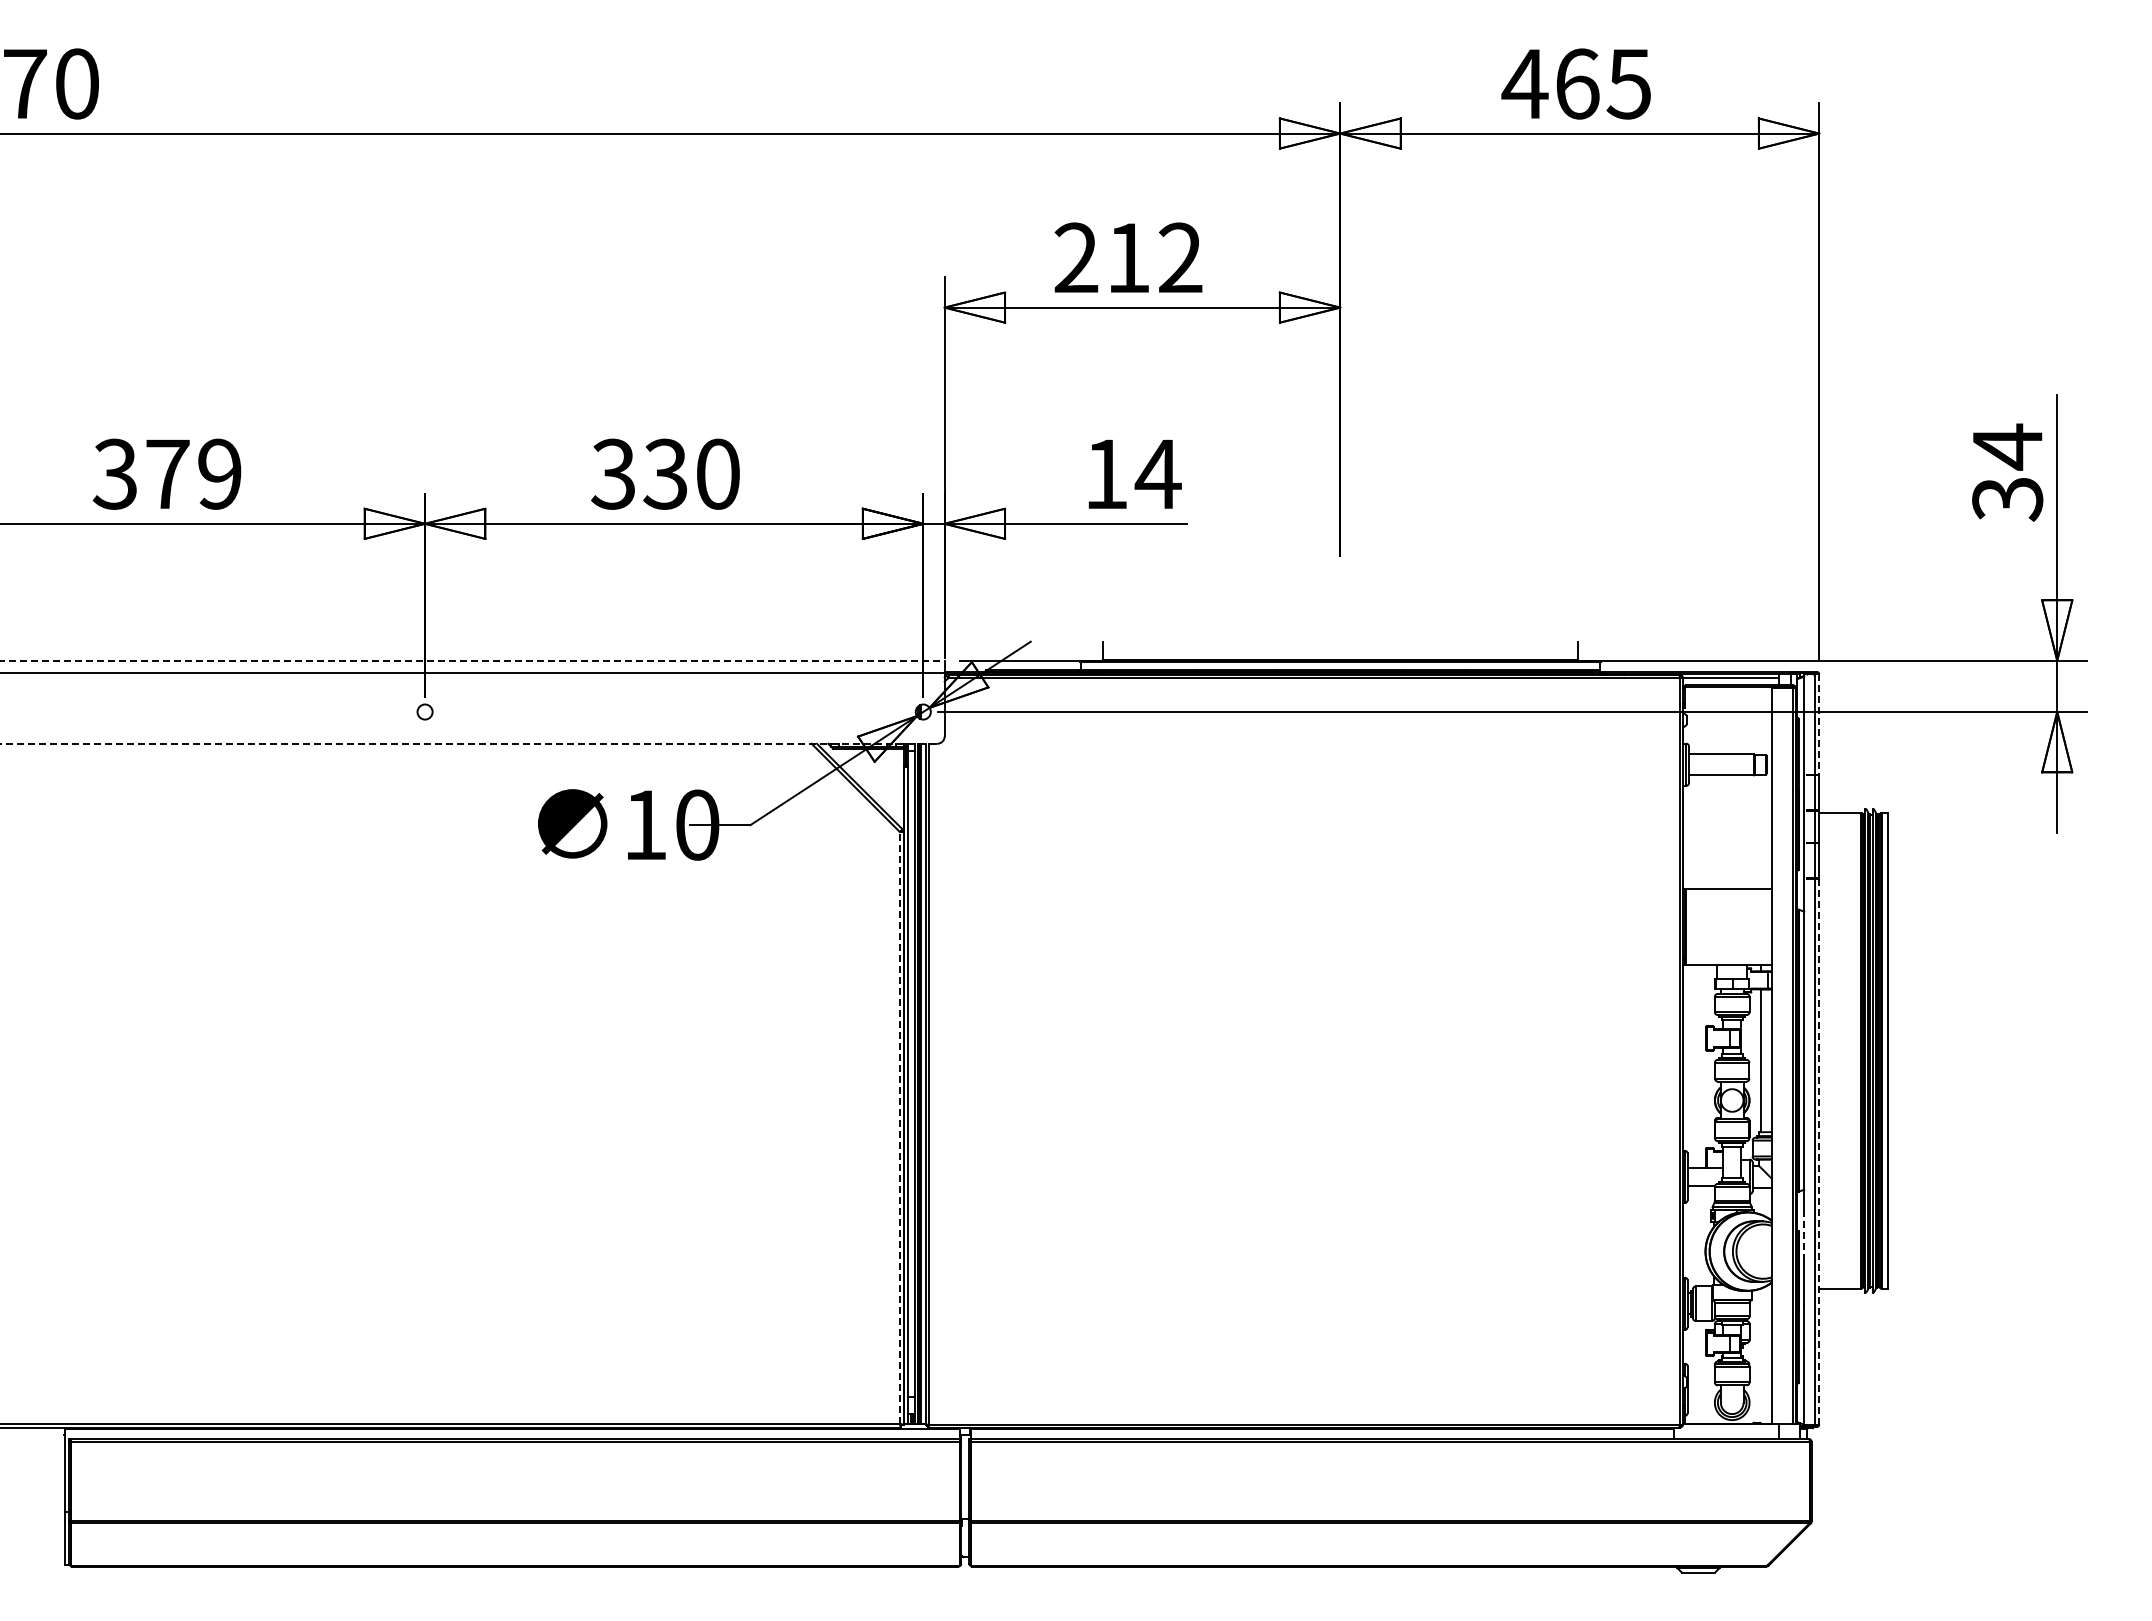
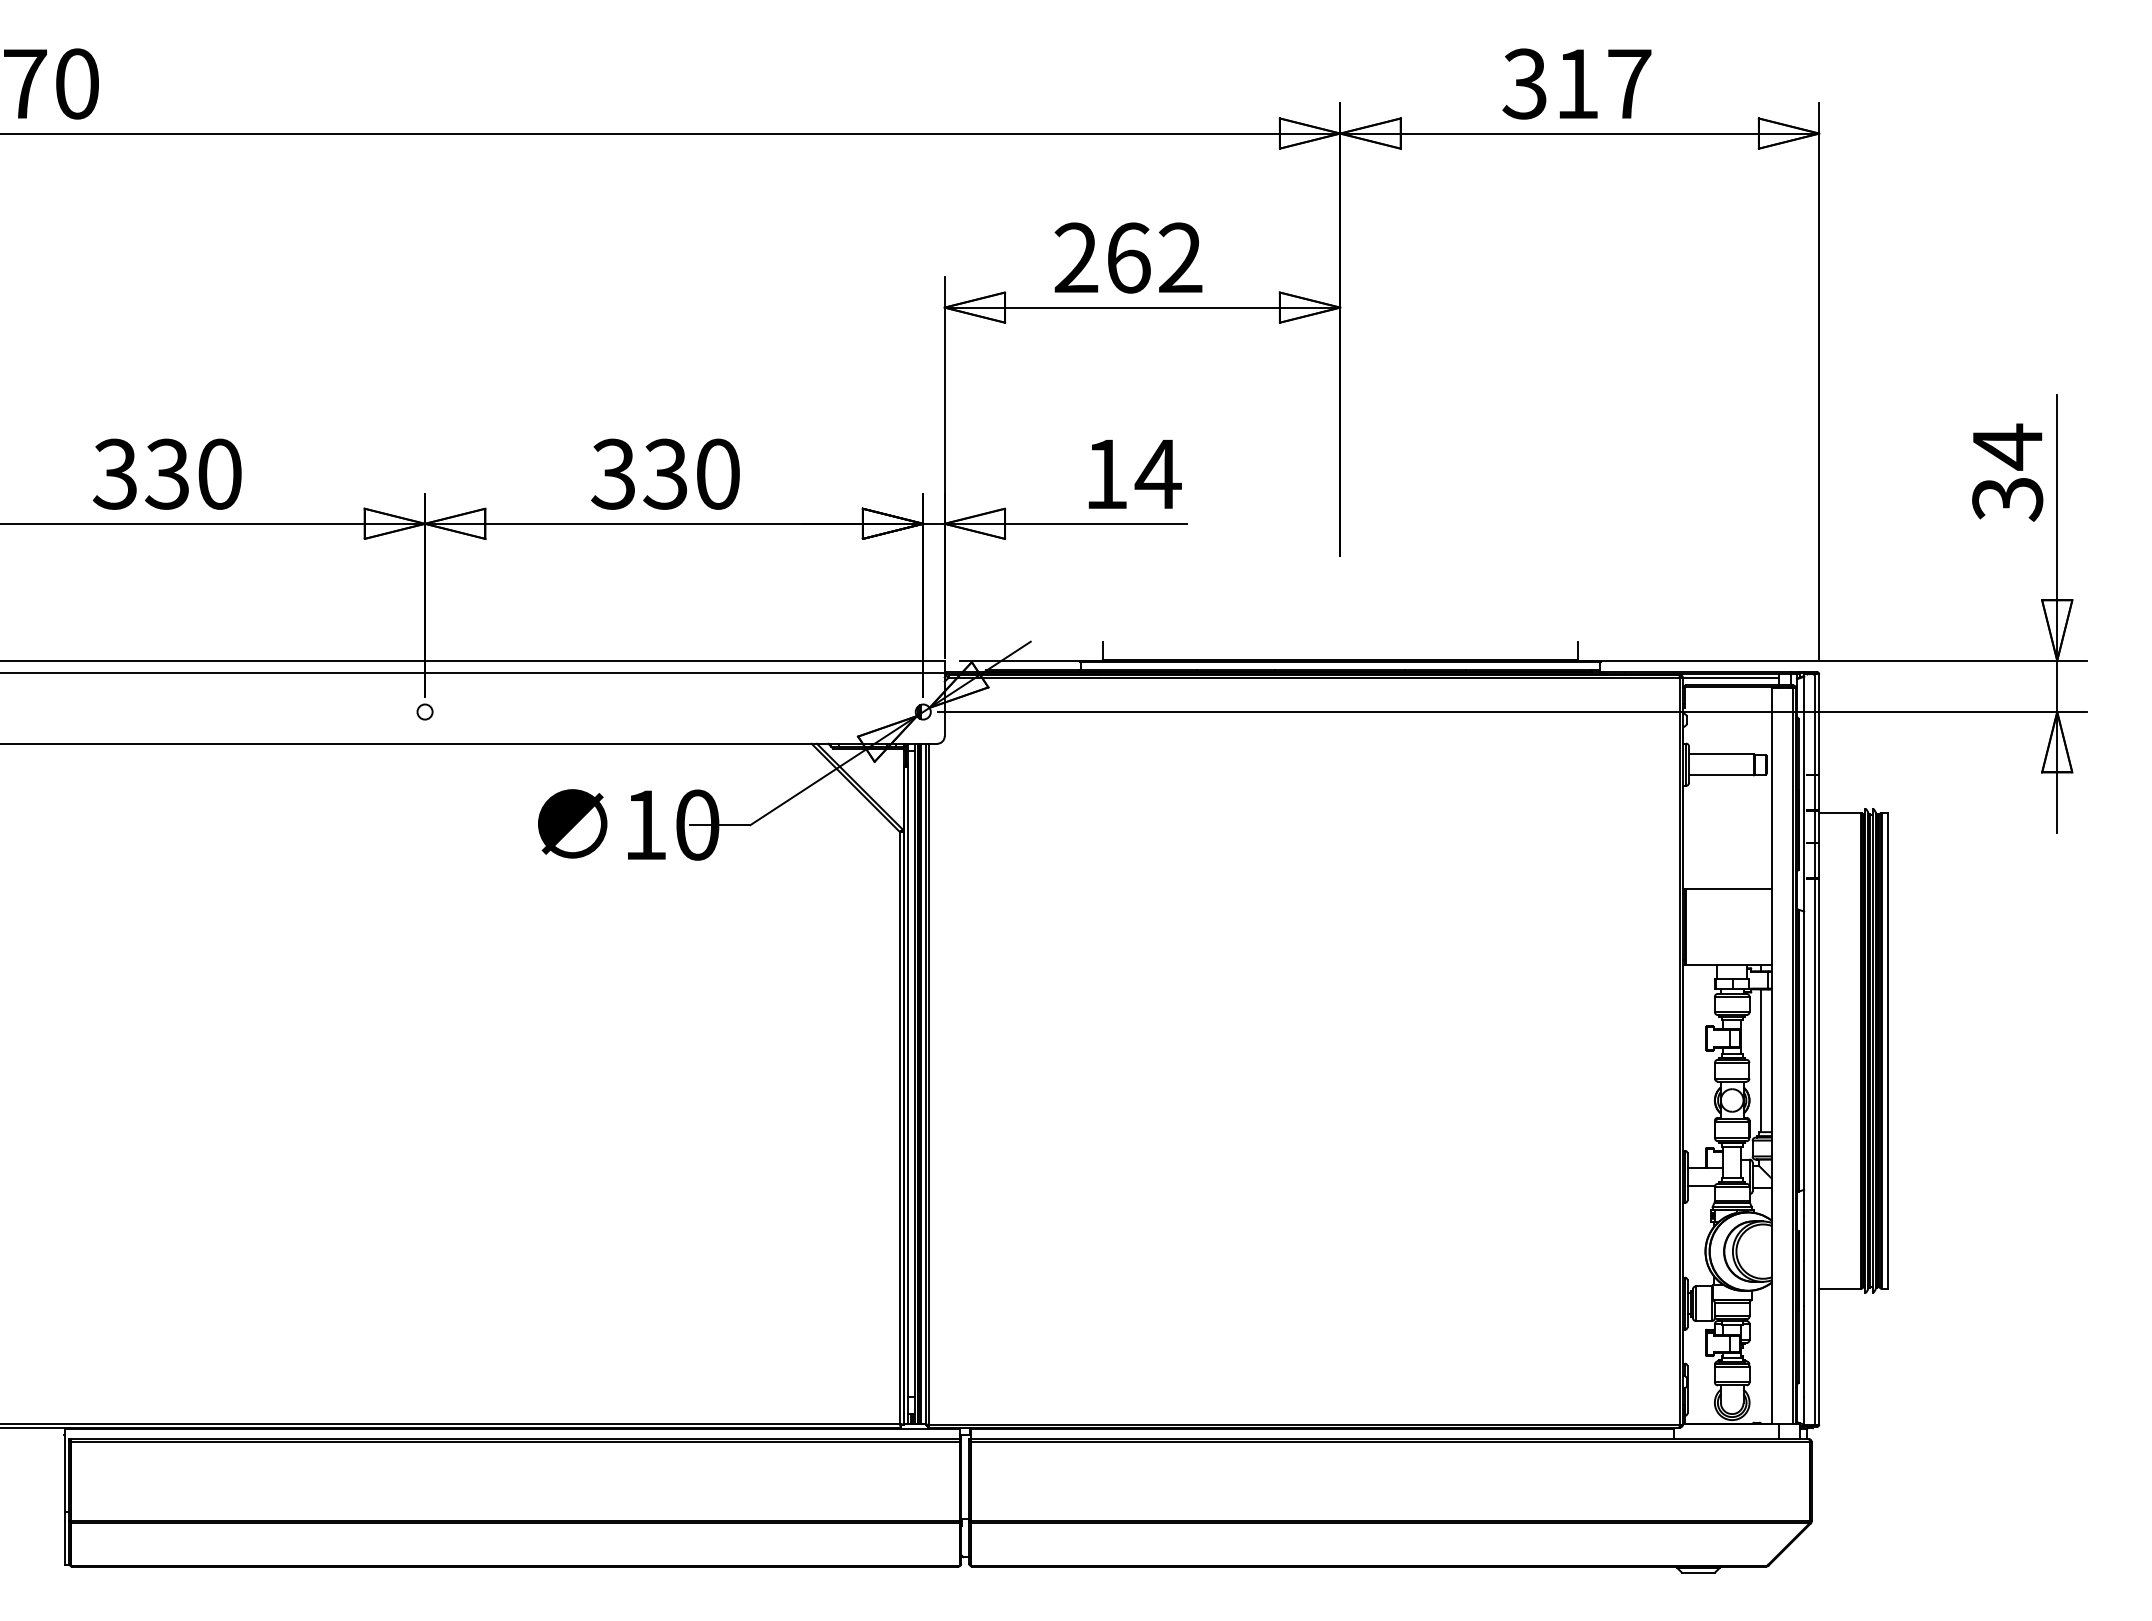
text at (1576, 83): 465 -> 317
text at (1129, 257): 212 -> 262
text at (193, 473): 379 -> 330
line at (472, 660): dashed -> solid
line at (1819, 725): dashed -> solid
line at (469, 743): dashed -> solid
line at (899, 1127): dashed -> solid
line at (1819, 1151): dashed -> solid
line at (1804, 1238): dashed -> solid
